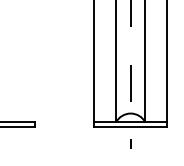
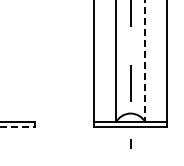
line at (145, 61): solid -> dashed
line at (17, 127): solid -> dashed
